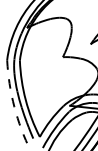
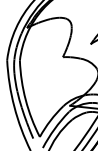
arc at (14, 106): dashed -> solid
